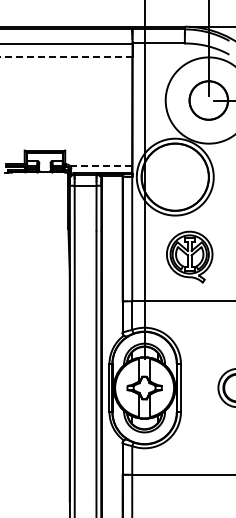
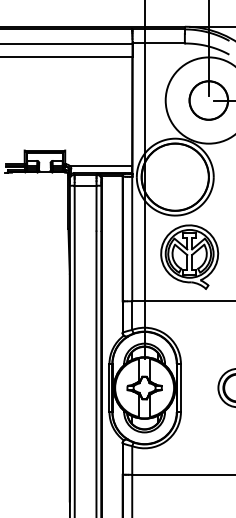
line at (66, 57): dashed -> solid
line at (101, 166): dashed -> solid
part at (189, 256) size: 48x54 px -> 60x66 px
